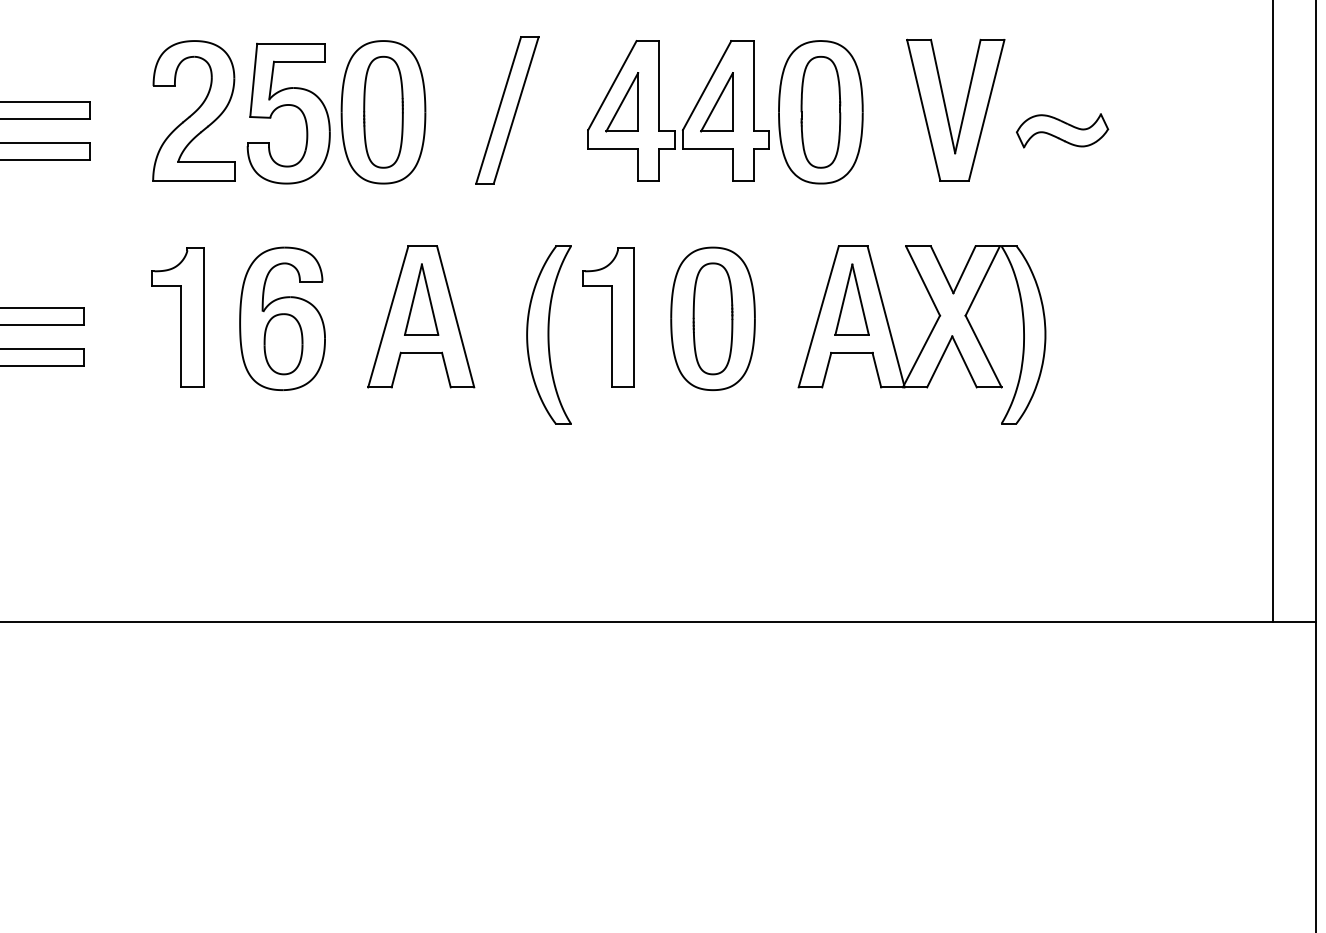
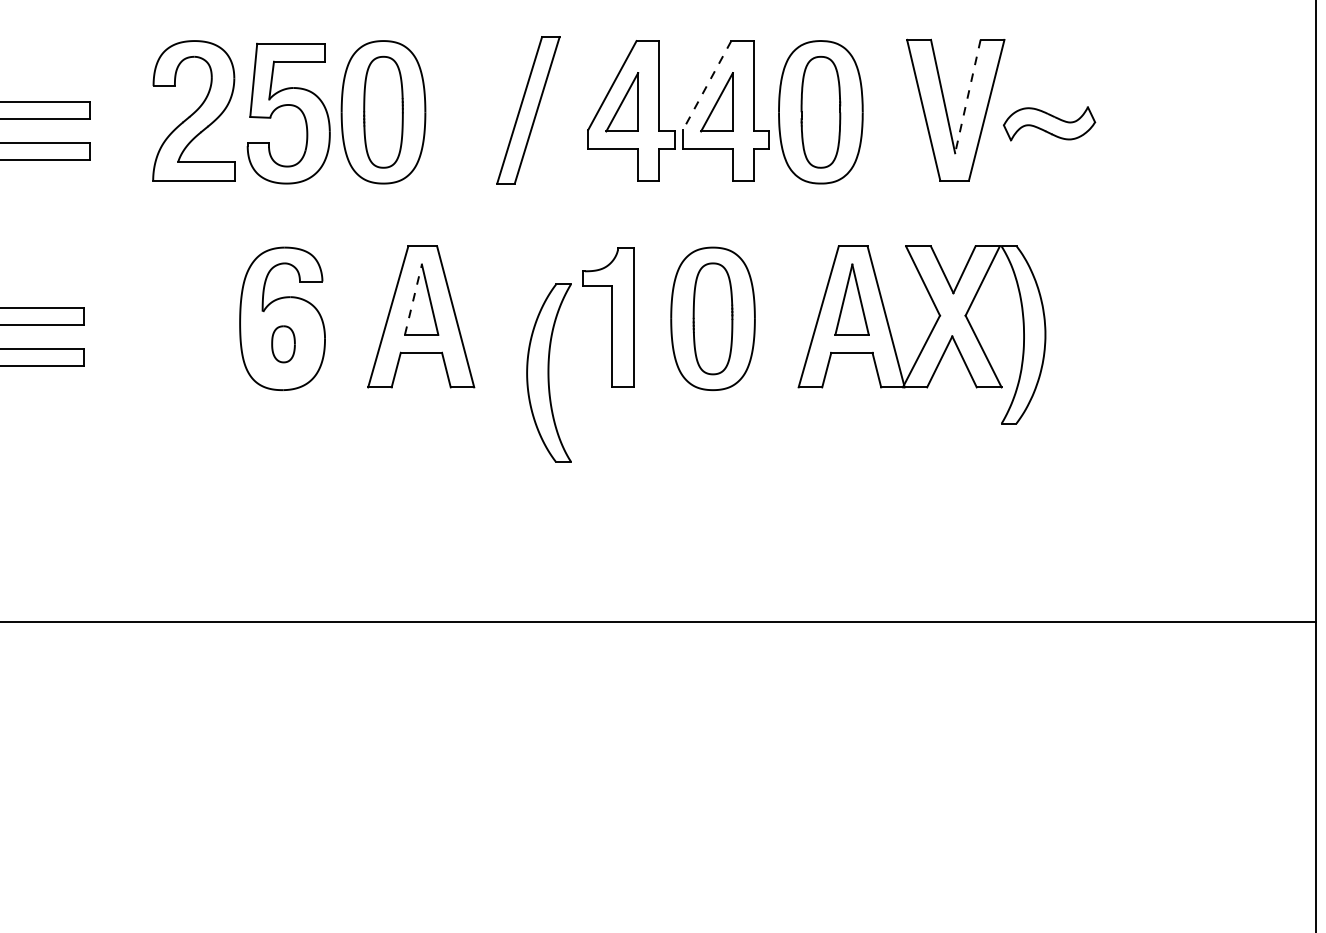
line at (707, 85): solid -> dashed
line at (967, 97): solid -> dashed
part at (507, 110) position: (507, 110) -> (528, 110)
part at (1062, 130) position: (1062, 130) -> (1049, 123)
line at (413, 299): solid -> dashed
line at (1272, 312): present -> none
part at (177, 317): present -> none
part at (548, 334) position: (548, 334) -> (548, 372)
part at (283, 344) size: 41x63 px -> 25x39 px
